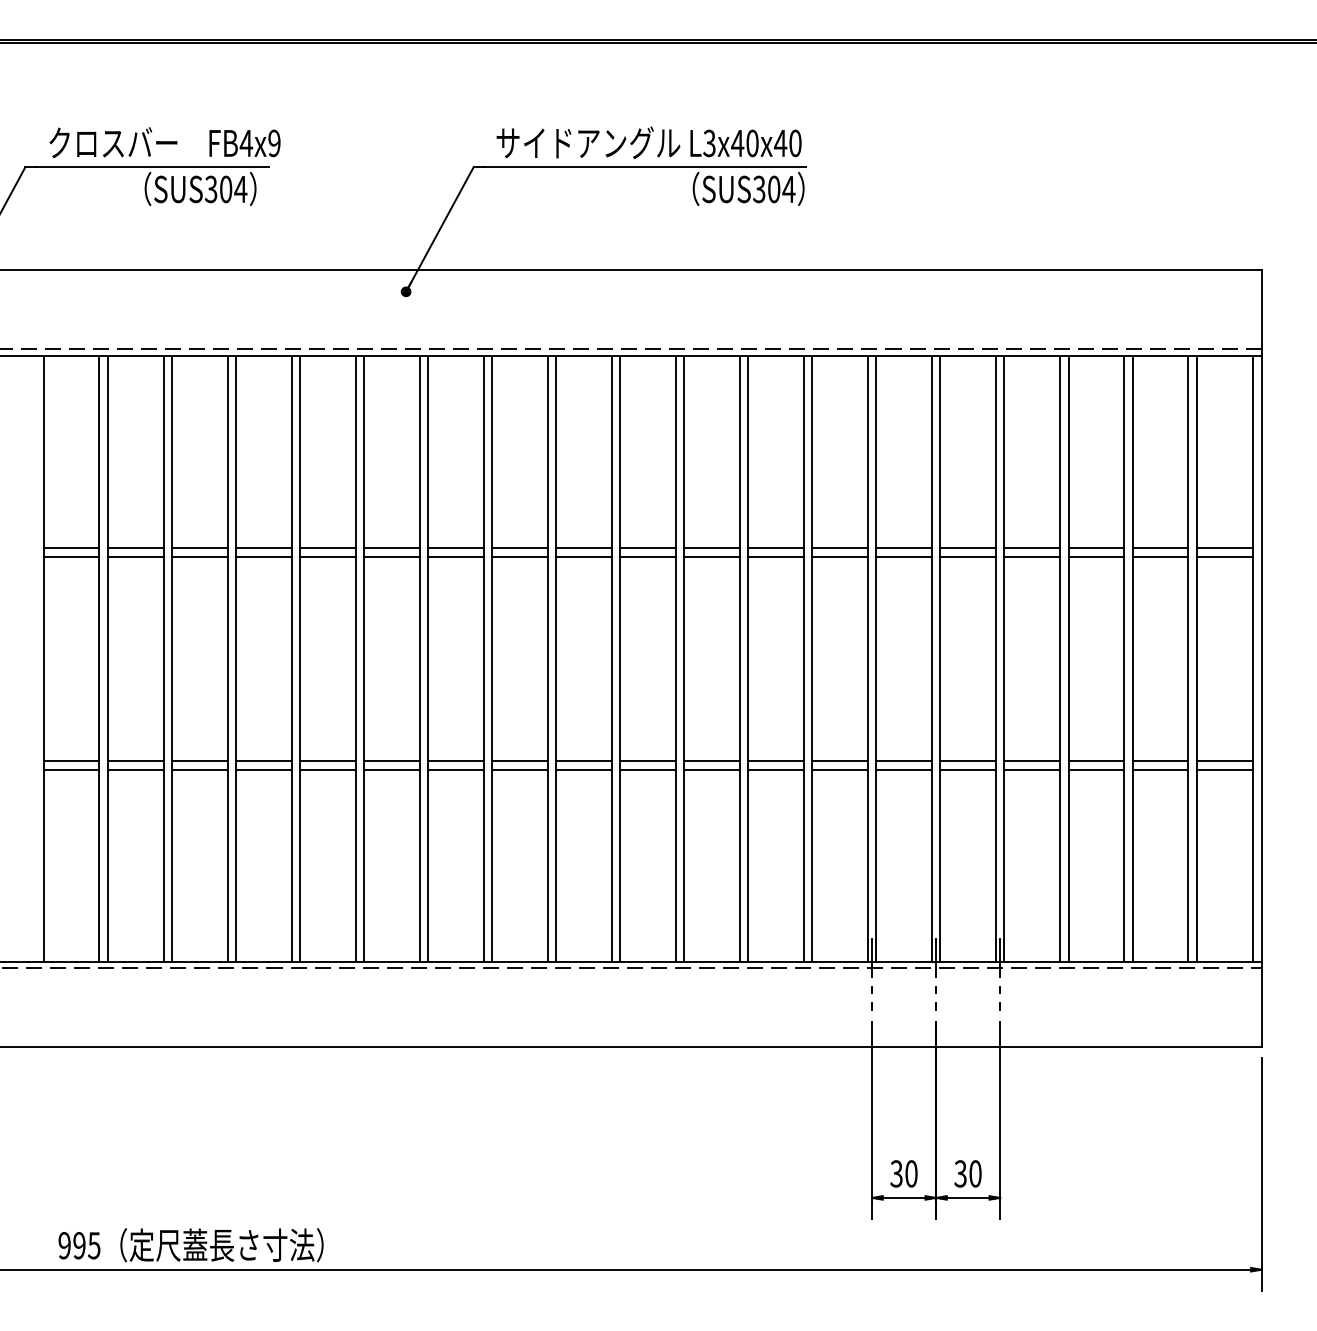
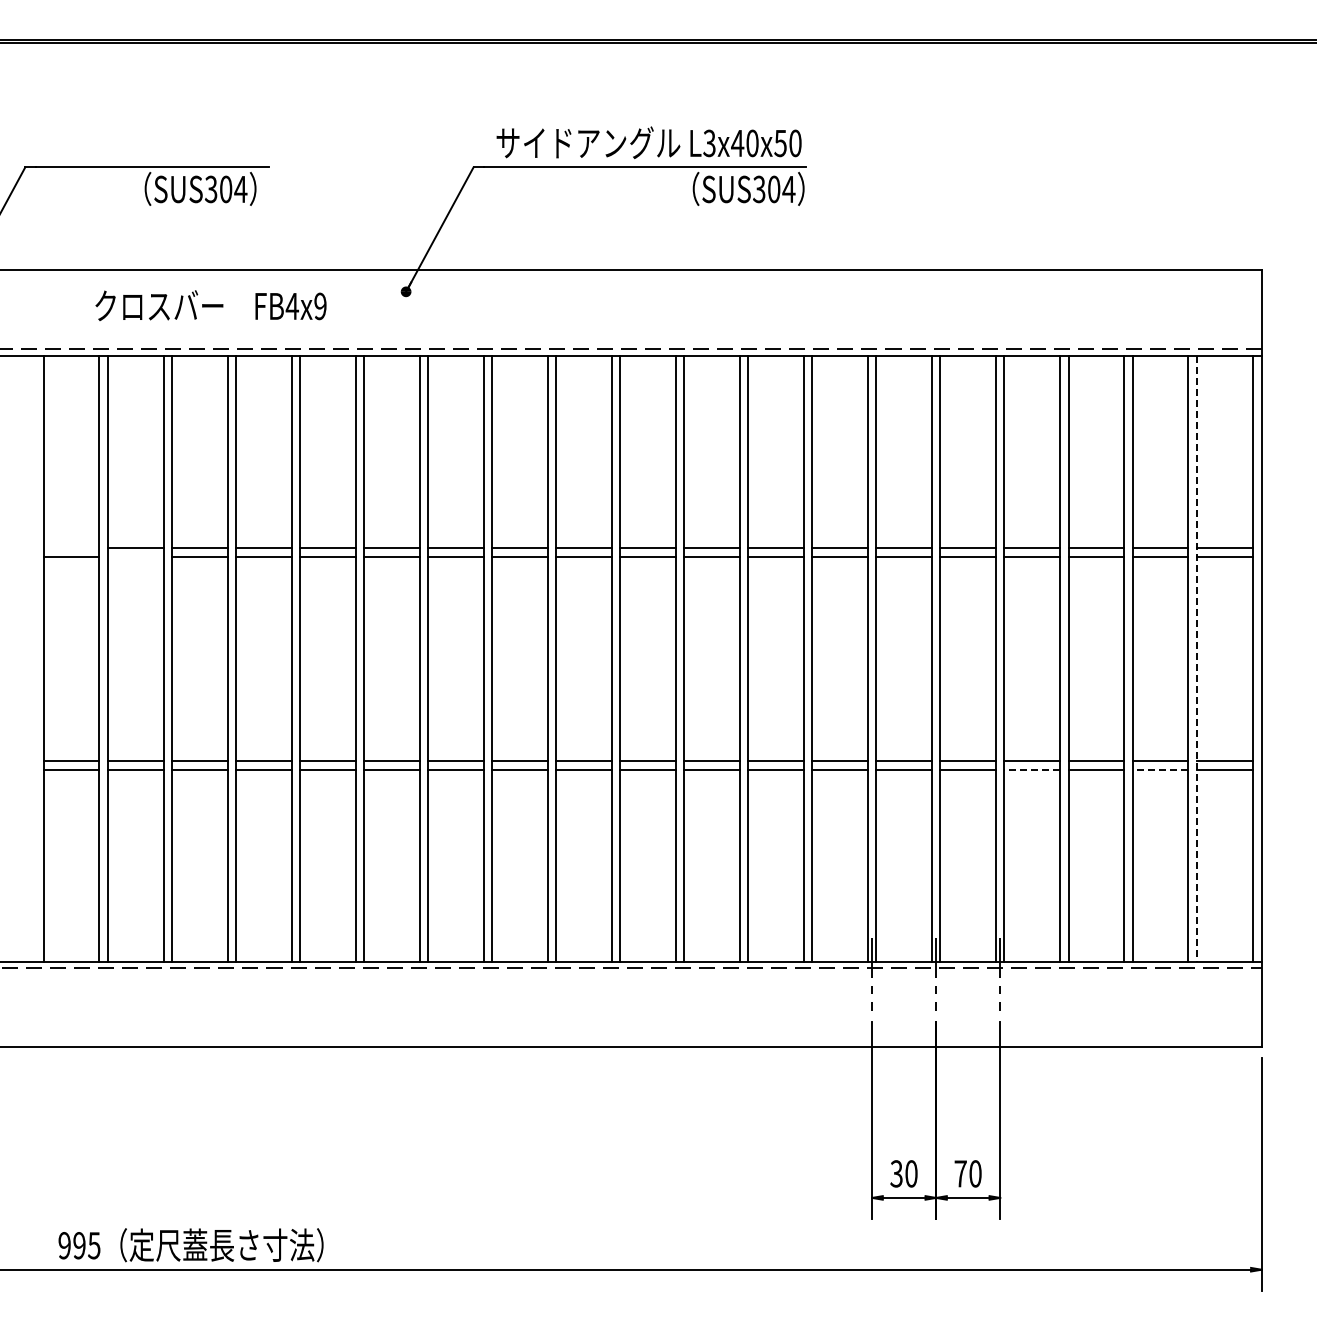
text at (164, 142) position: (164, 142) -> (210, 305)
text at (780, 143): L3x40x40 -> L3x40x50
line at (71, 547): present -> none
line at (135, 556): present -> none
line at (1196, 659): solid -> dashed
line at (1032, 769): solid -> dashed
line at (1160, 769): solid -> dashed
text at (960, 1173): 30 -> 70
